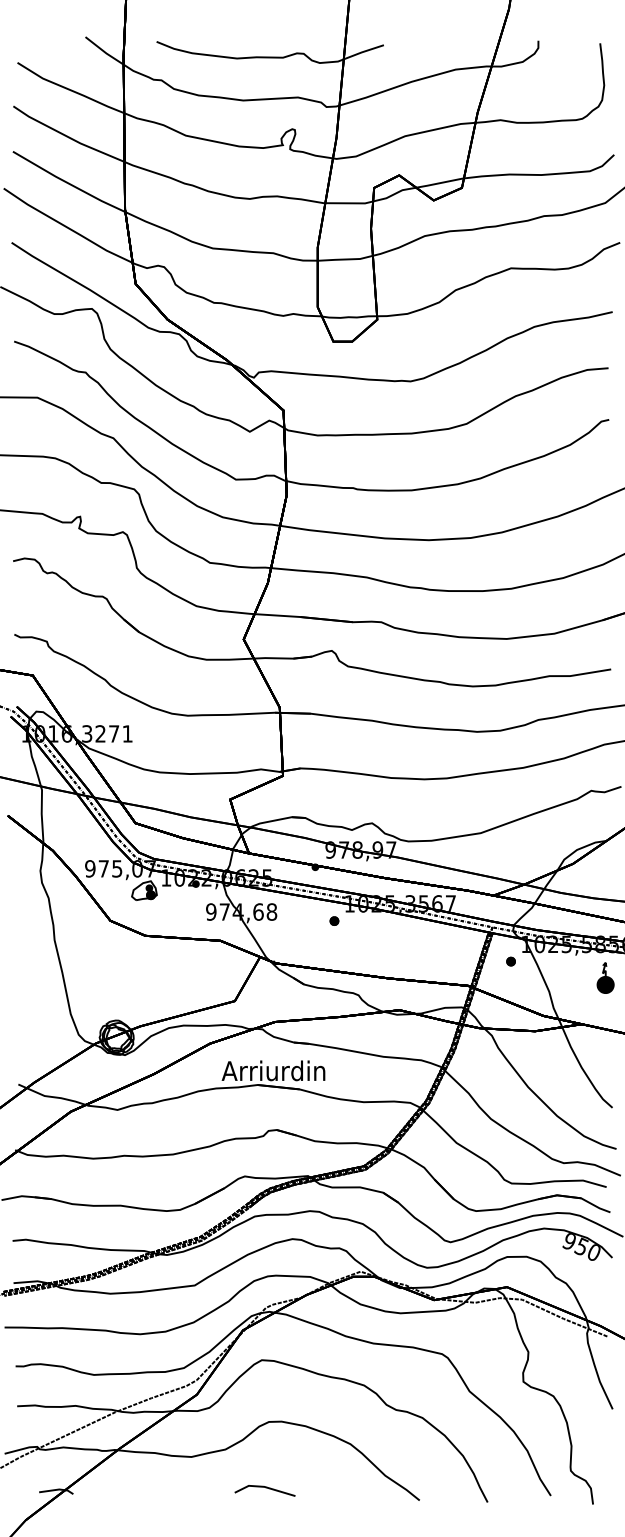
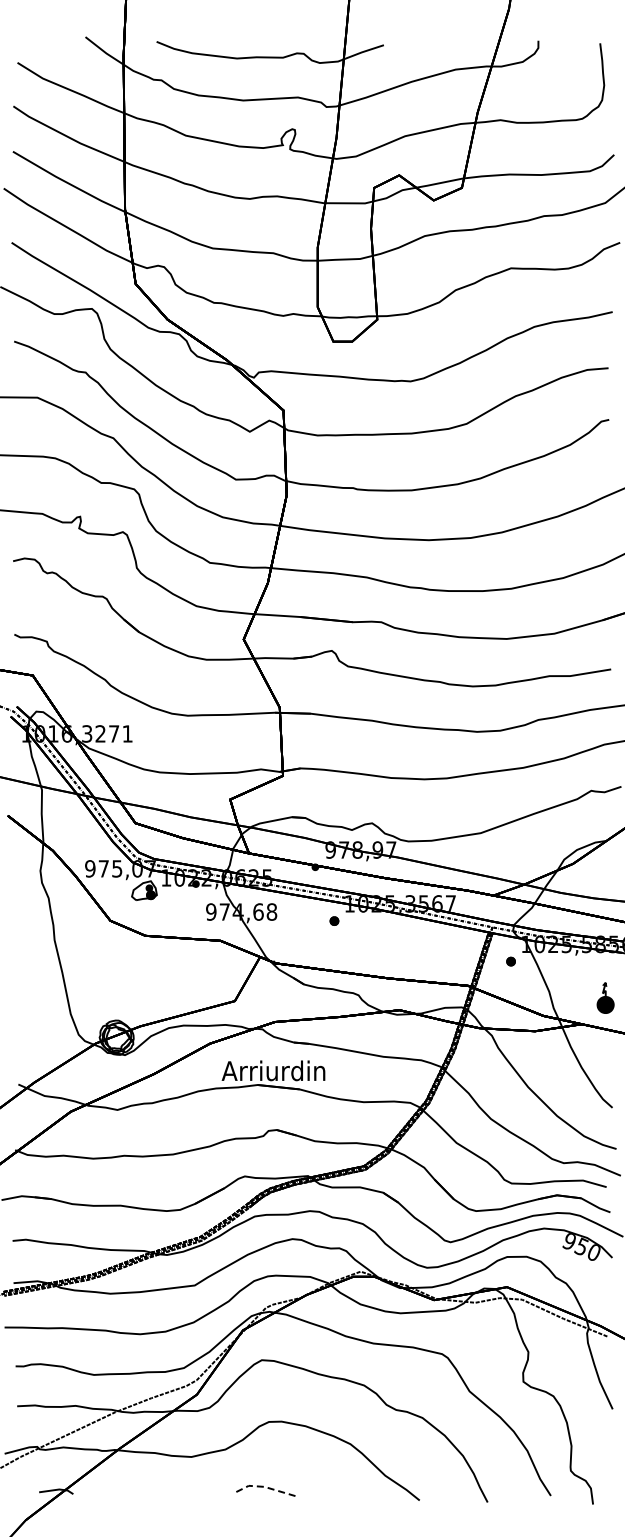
part at (605, 977) position: (605, 977) -> (605, 997)
line at (264, 1486): solid -> dashed
